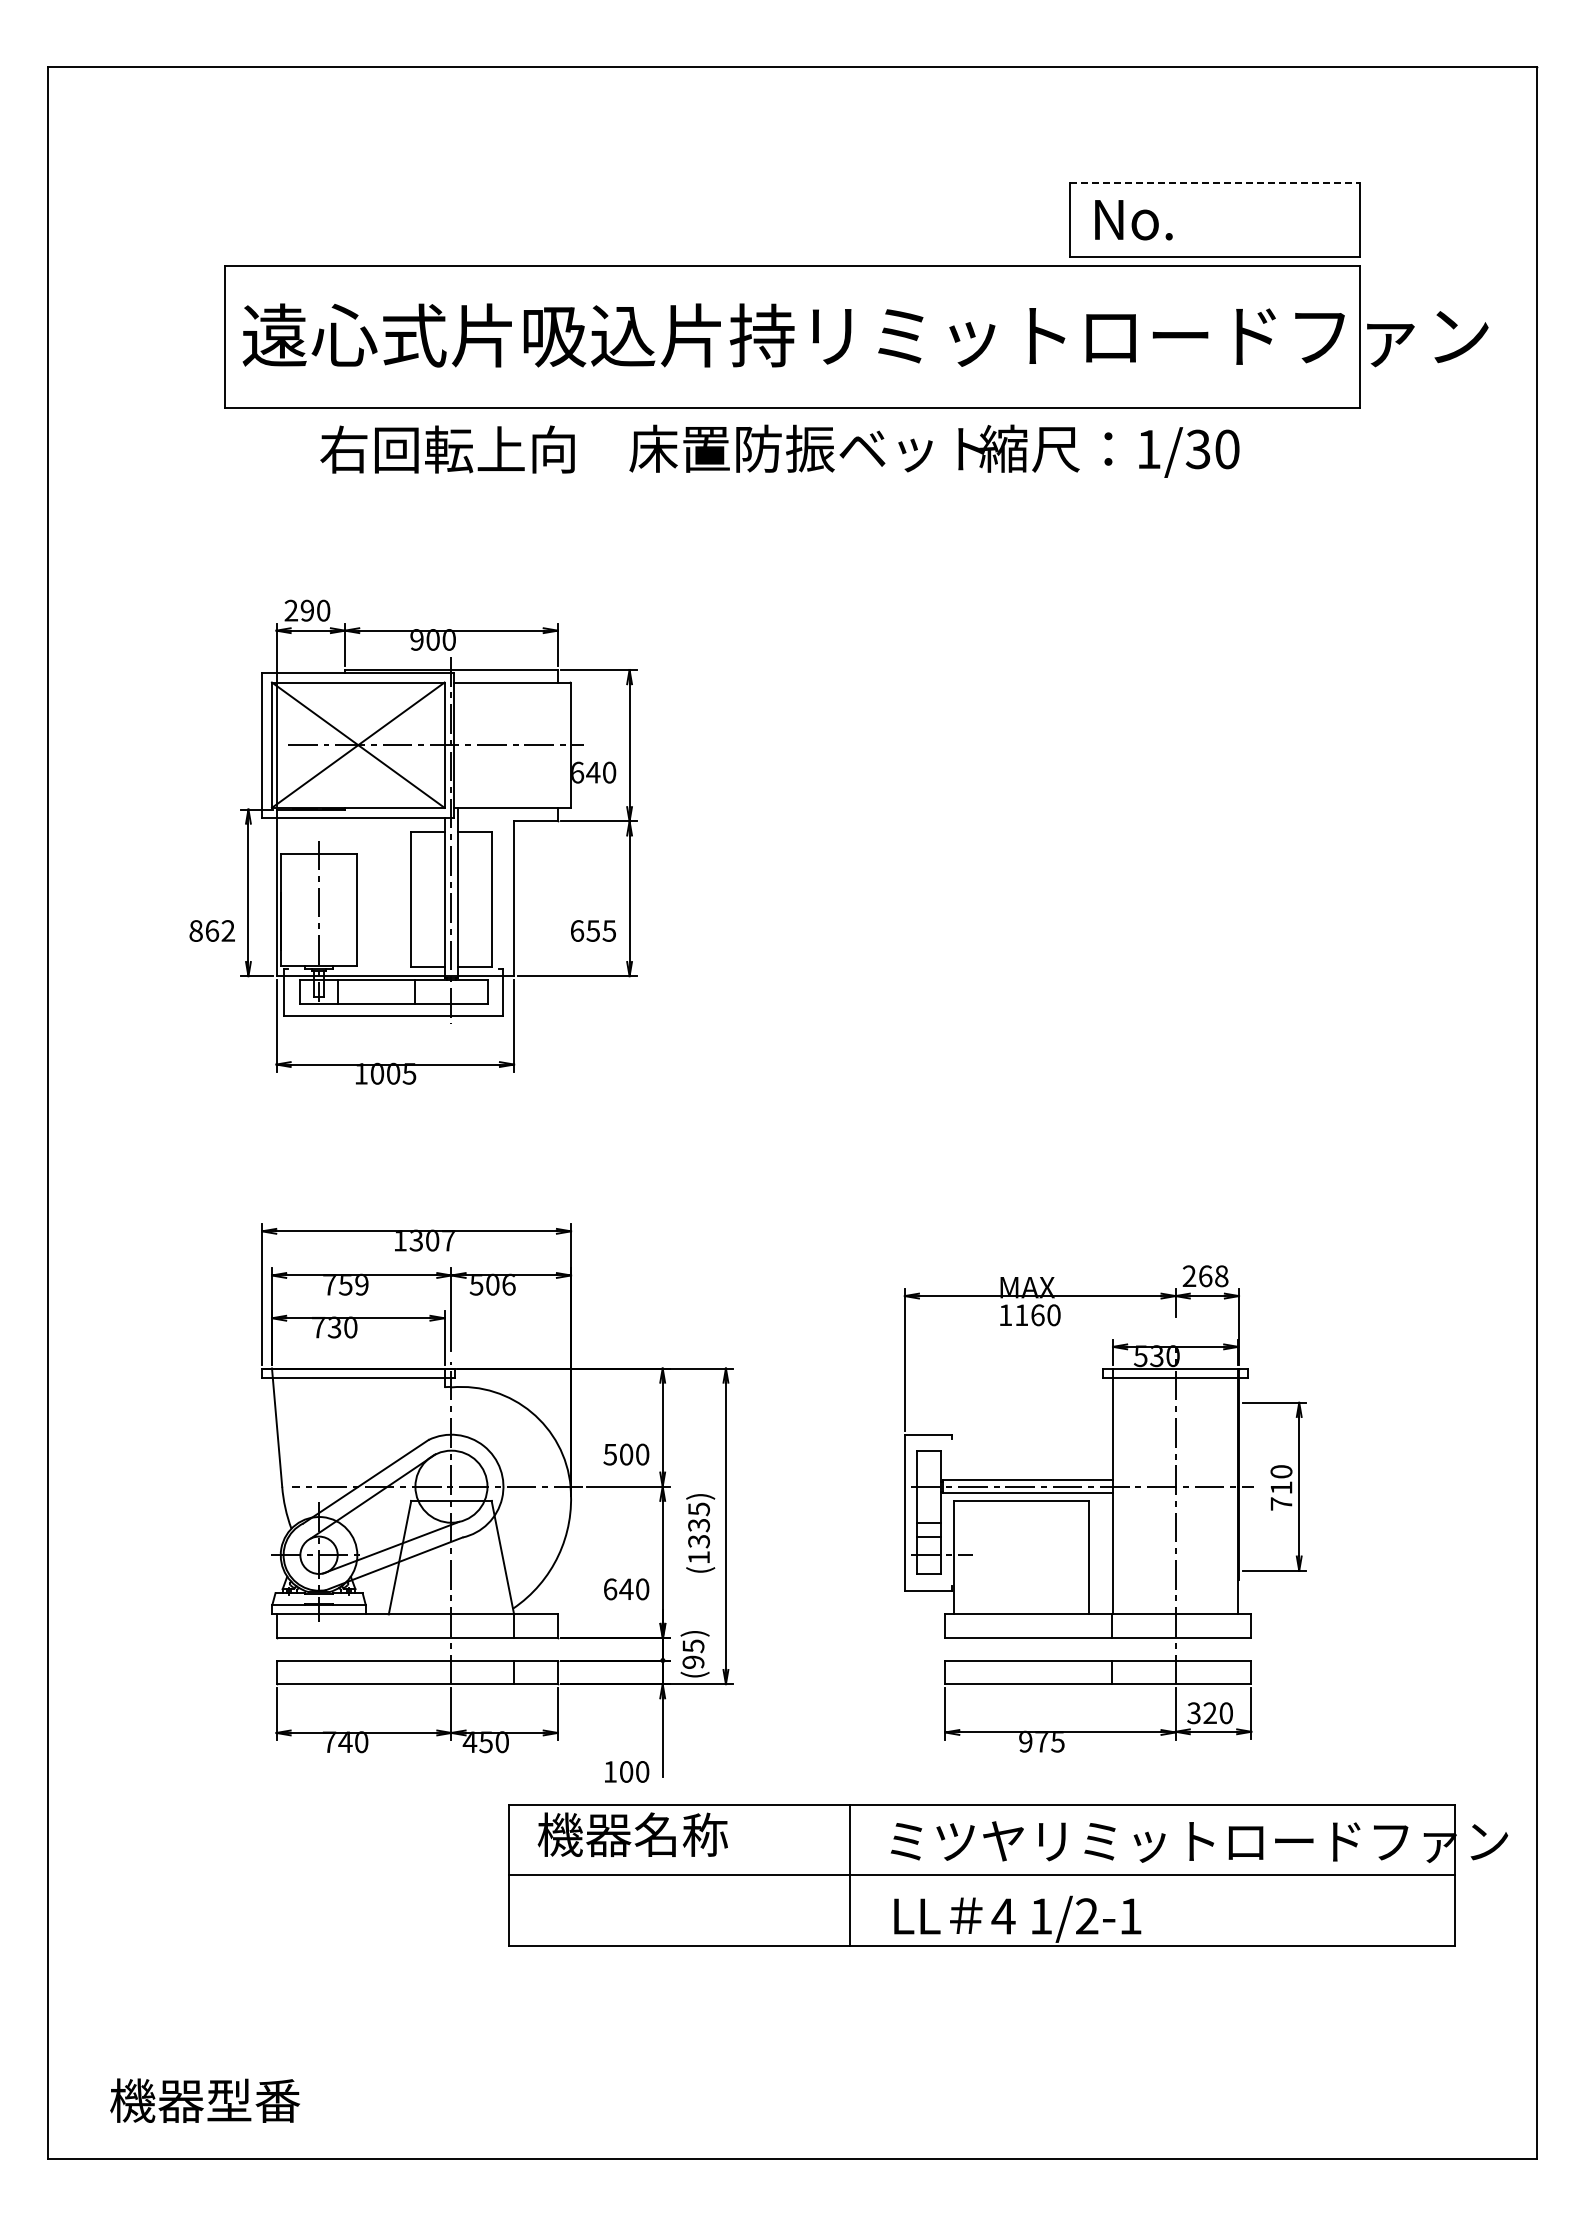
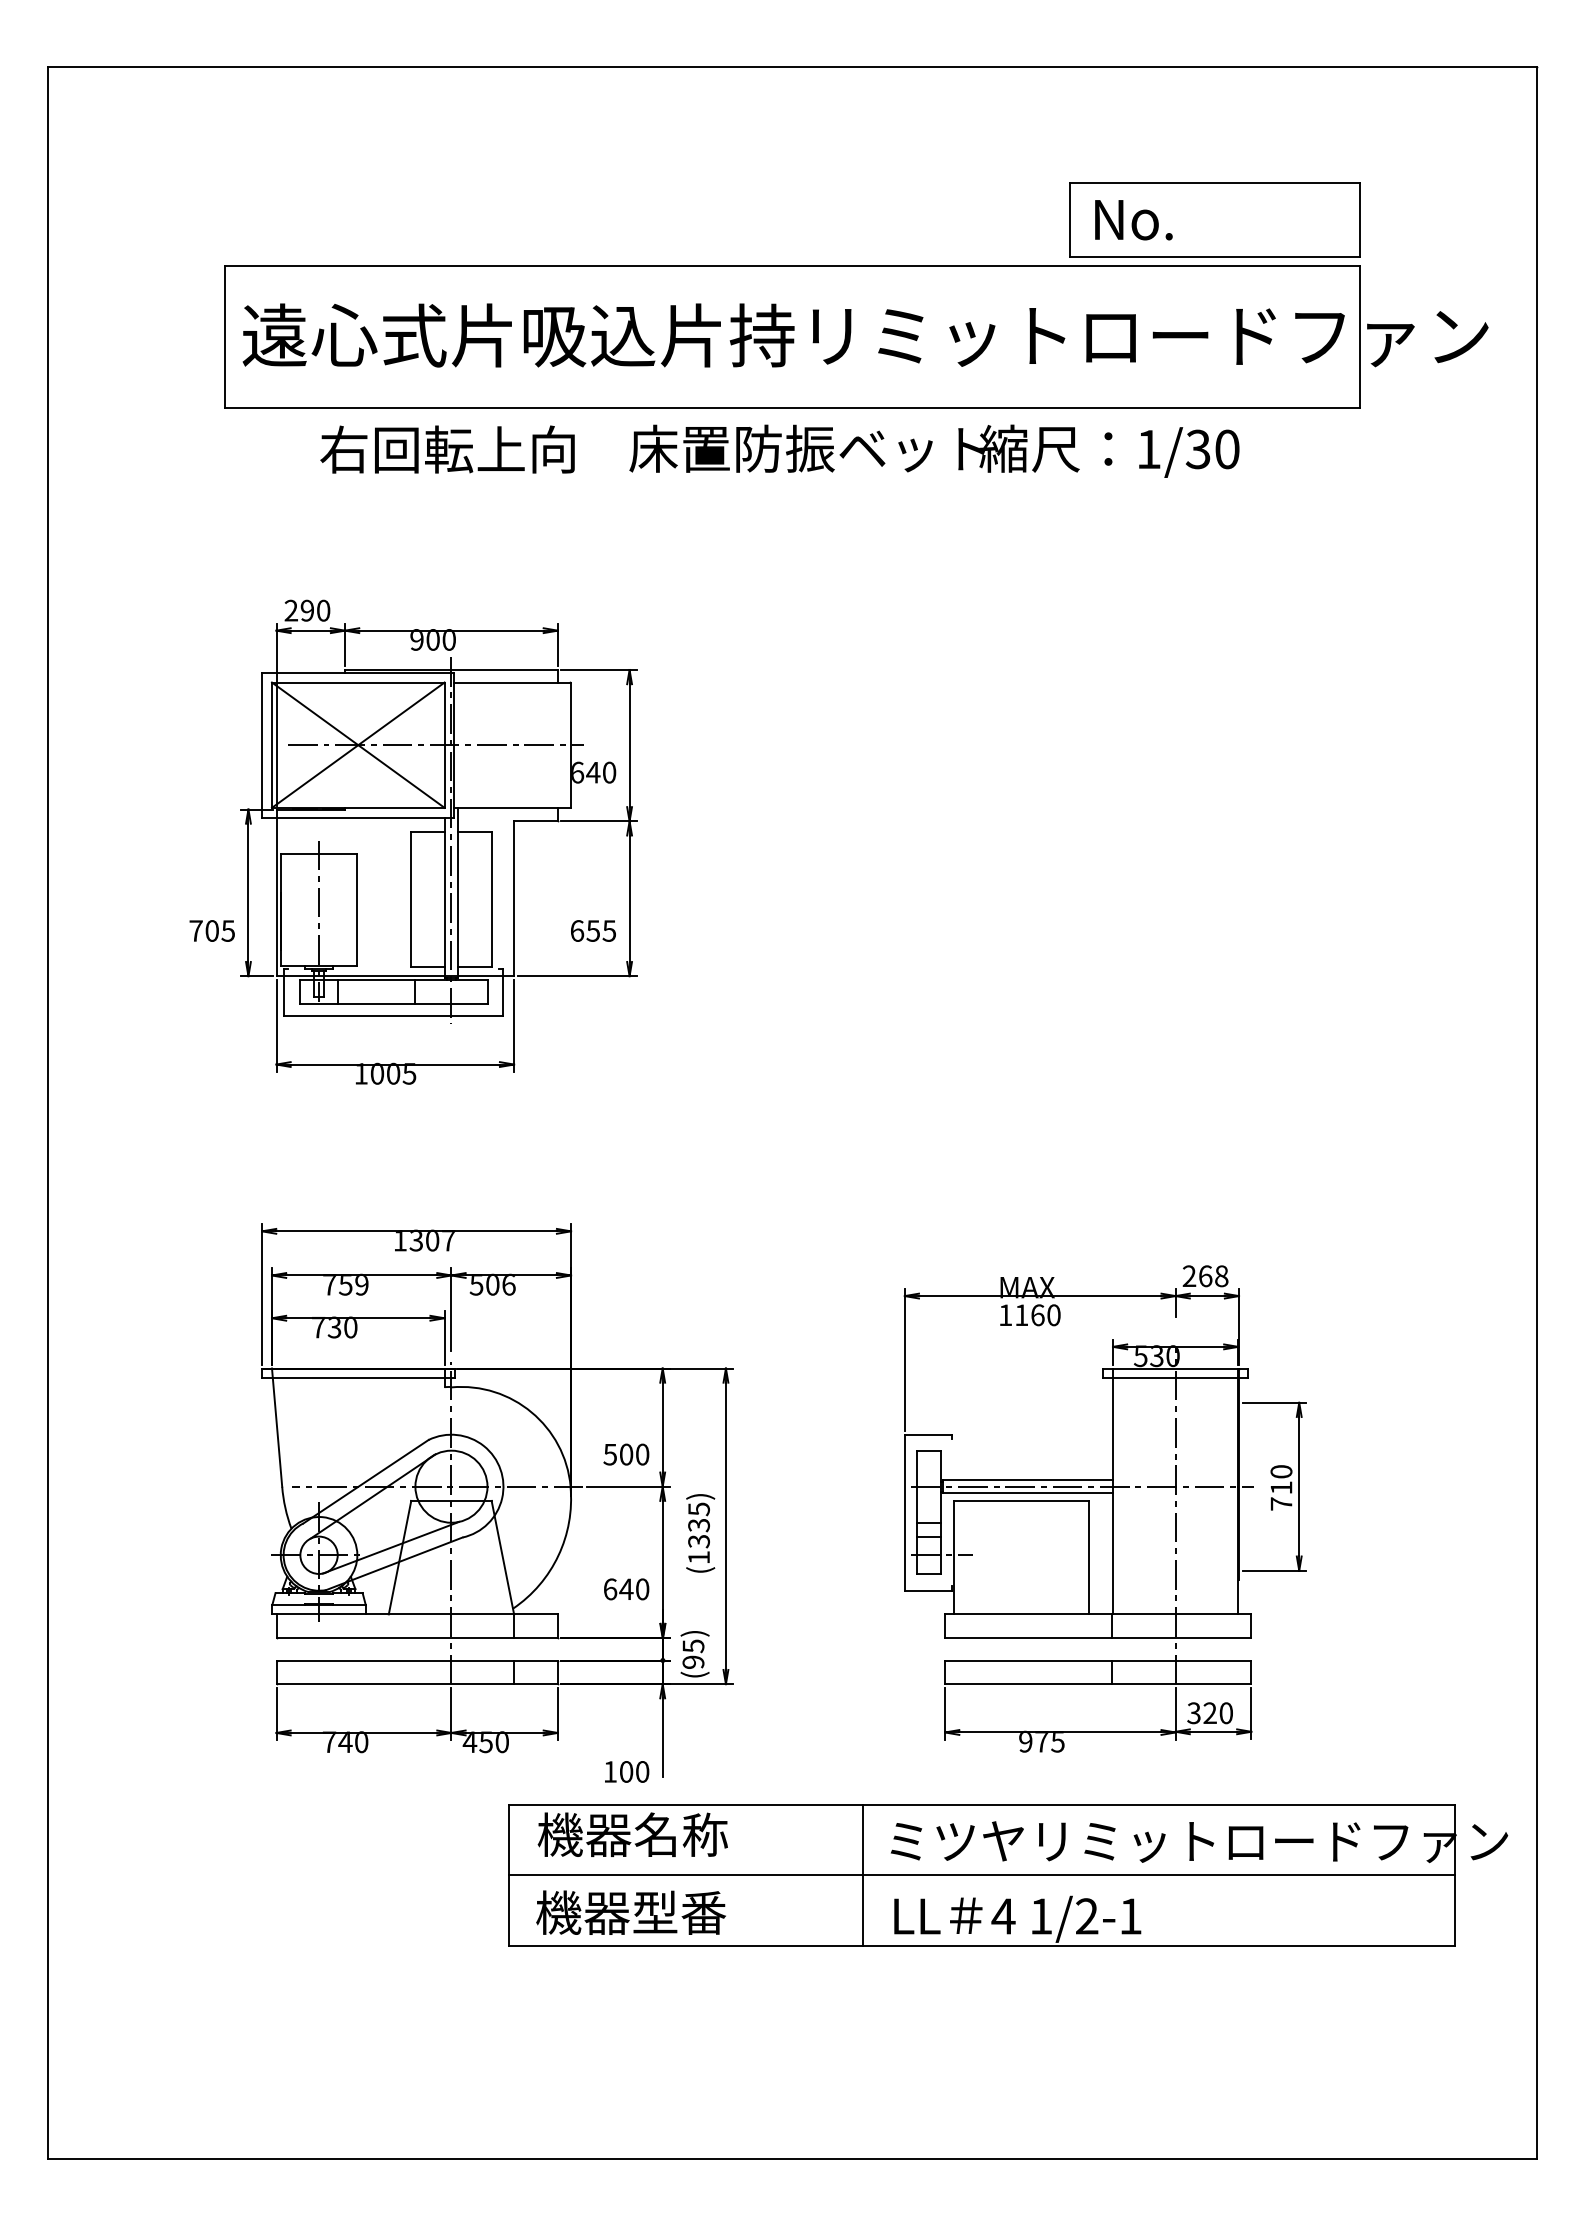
line at (1215, 182): dashed -> solid
text at (211, 930): 862 -> 705
line at (850, 1875) position: (850, 1875) -> (863, 1875)
text at (204, 2100) position: (204, 2100) -> (630, 1912)
